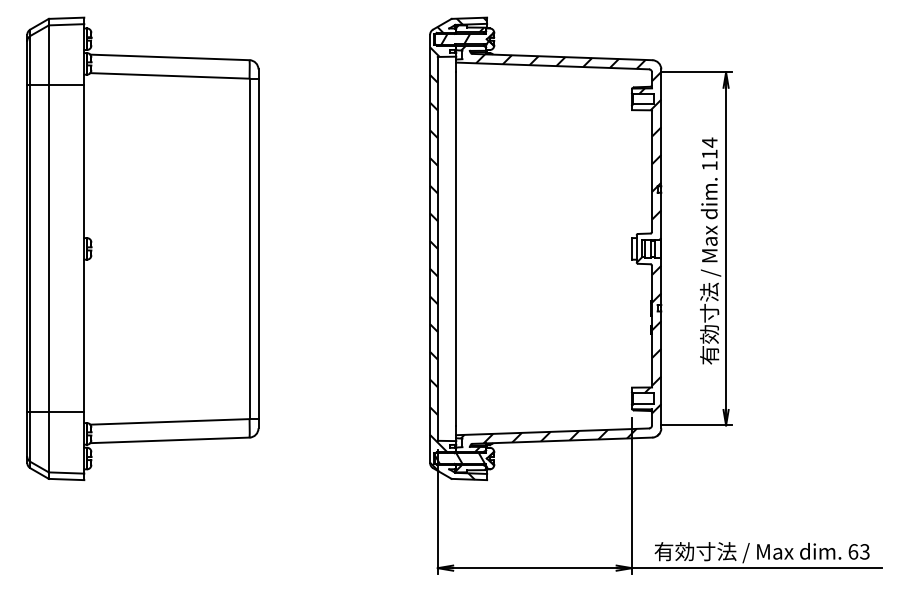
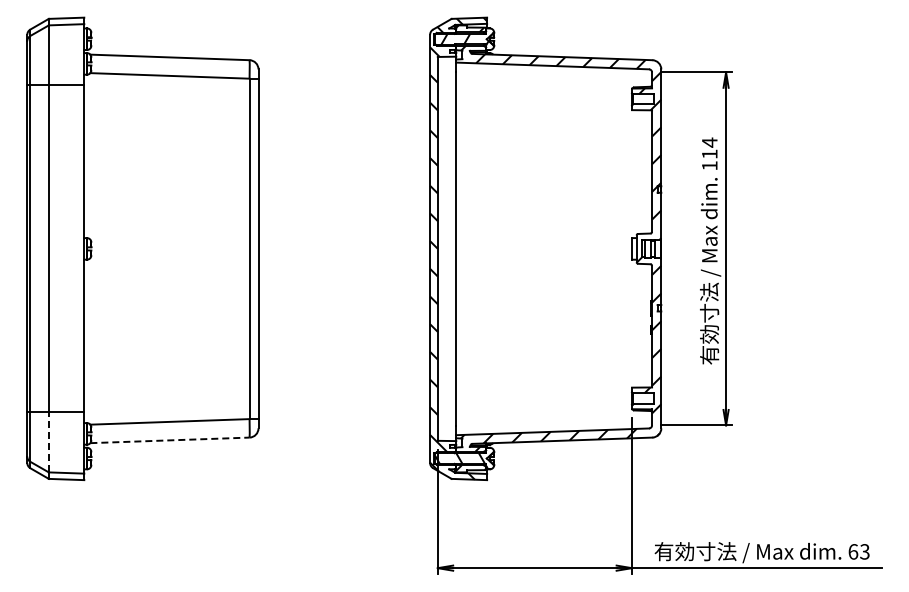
line at (169, 440): solid -> dashed
line at (48, 442): solid -> dashed
